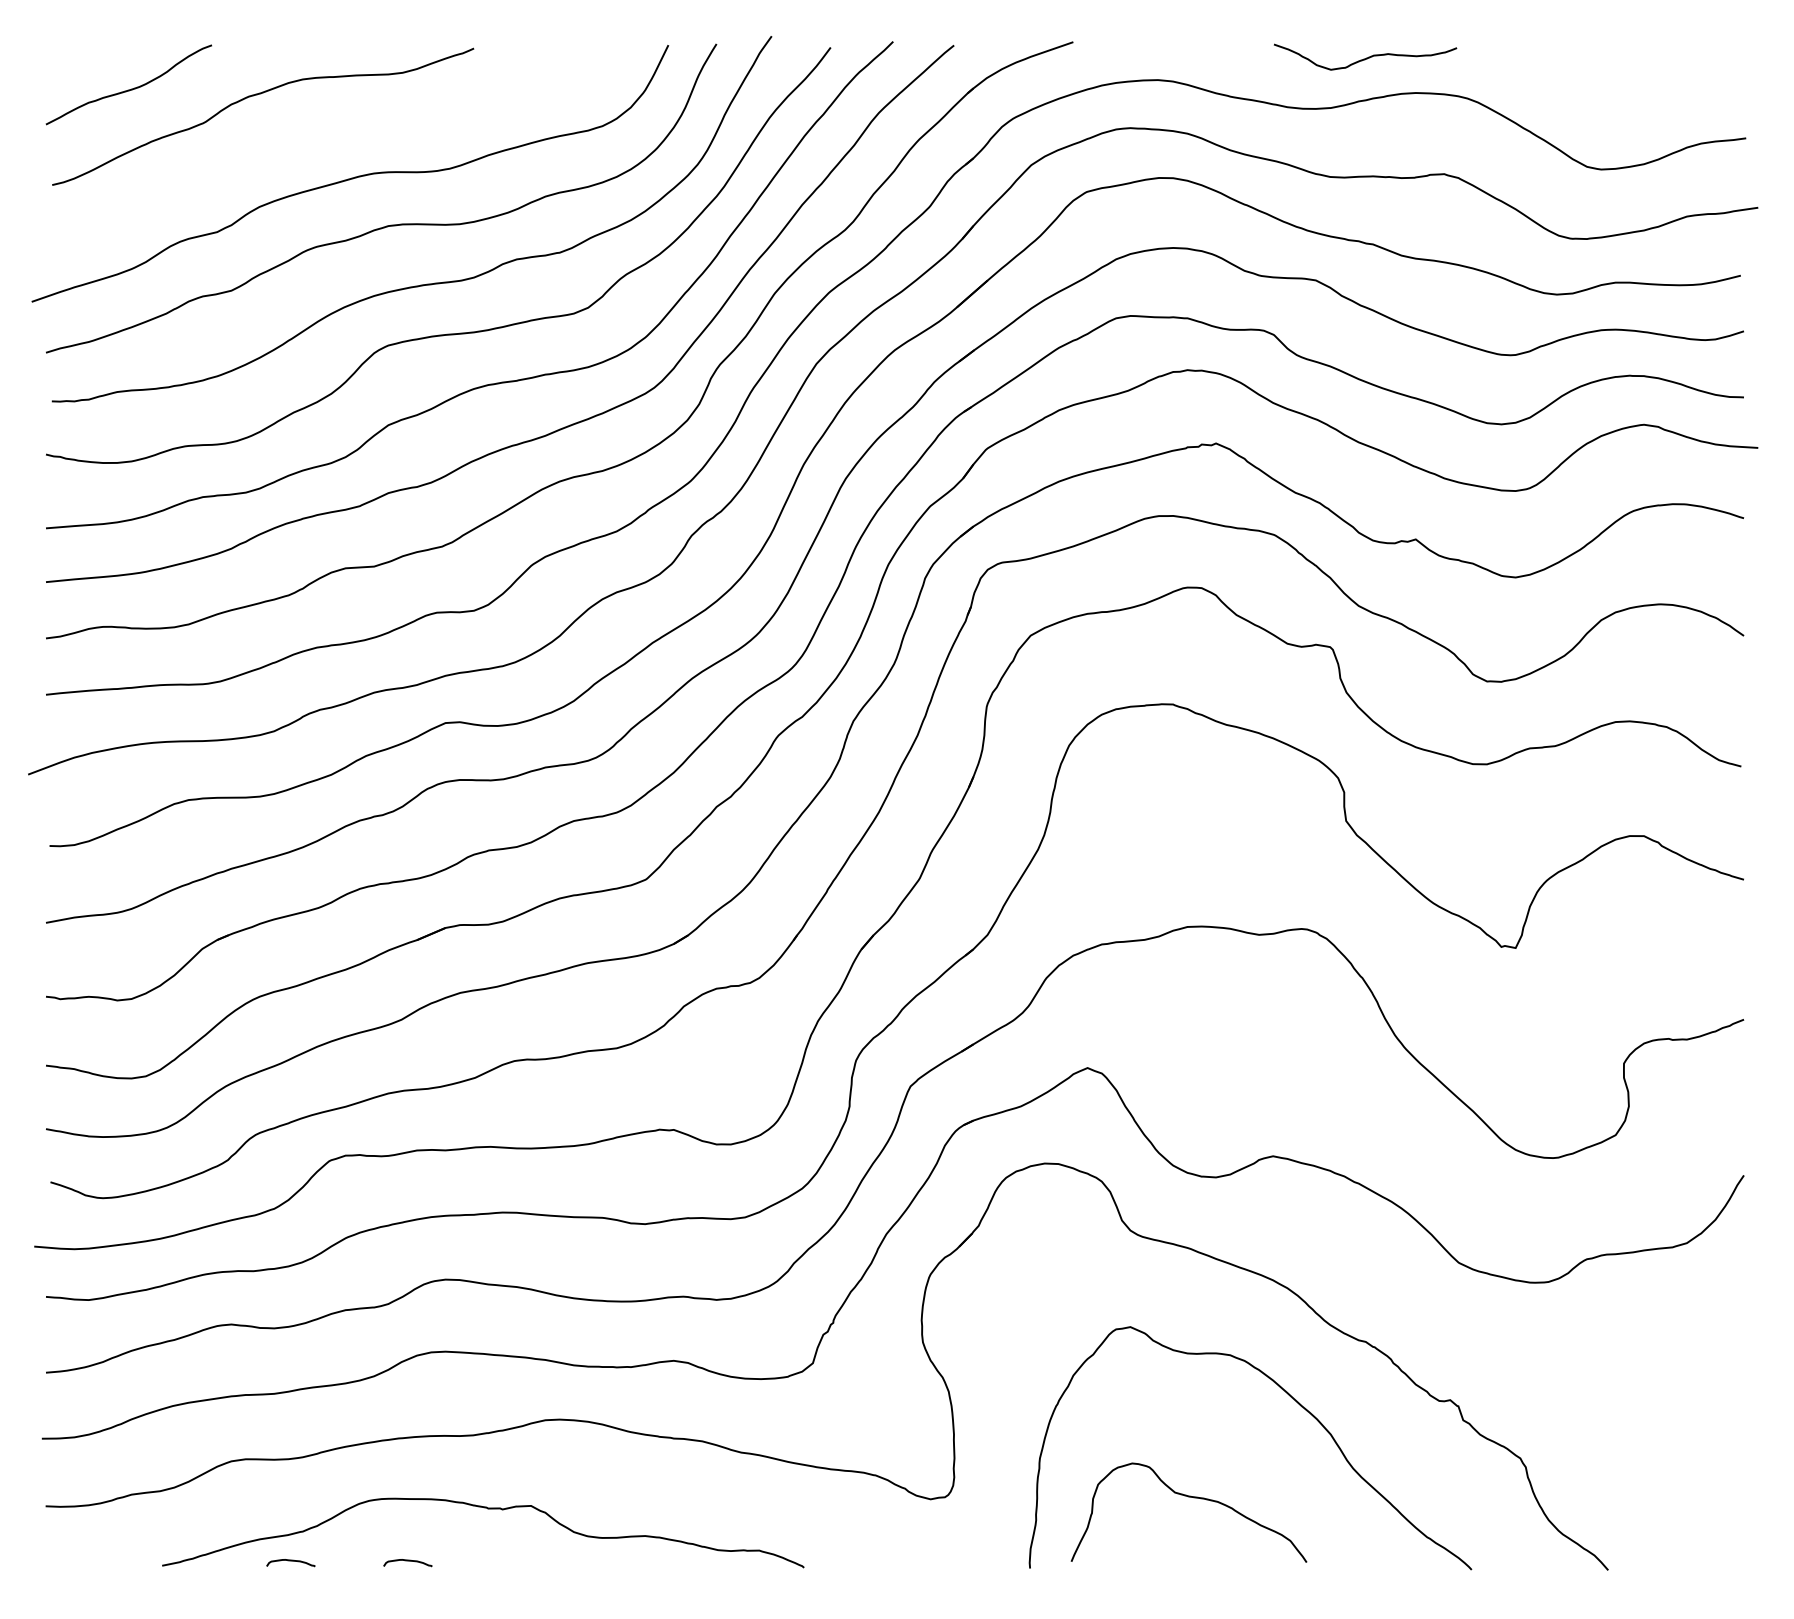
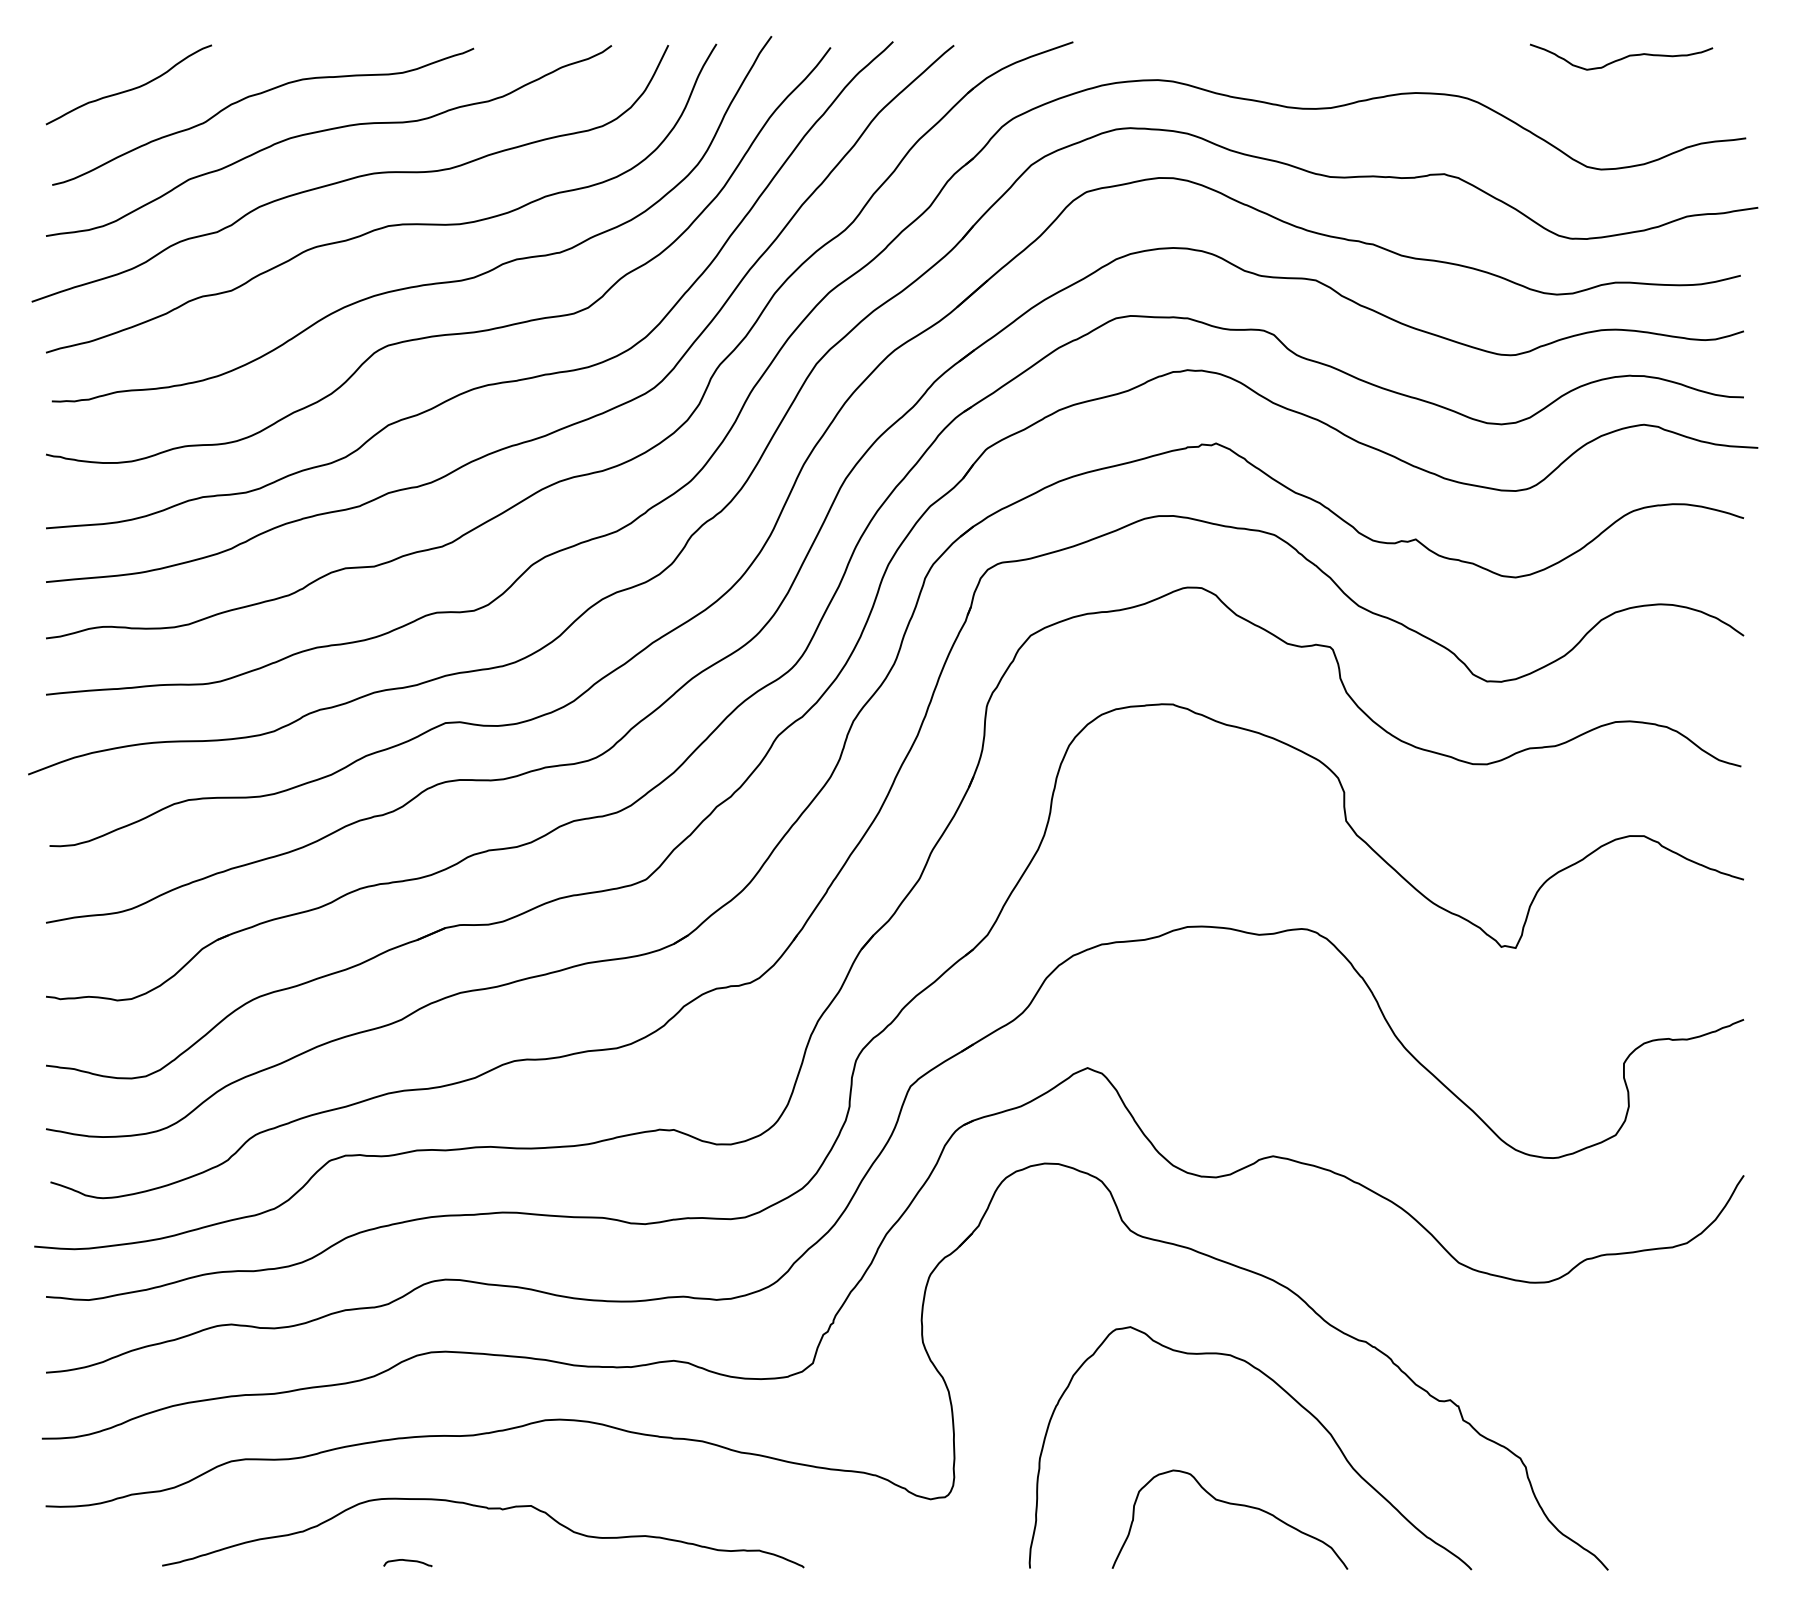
curve at (1366, 57) position: (1366, 57) -> (1622, 57)
curve at (325, 131): none -> present
curve at (1193, 1498) position: (1193, 1498) -> (1234, 1505)
curve at (290, 1561): present -> none
